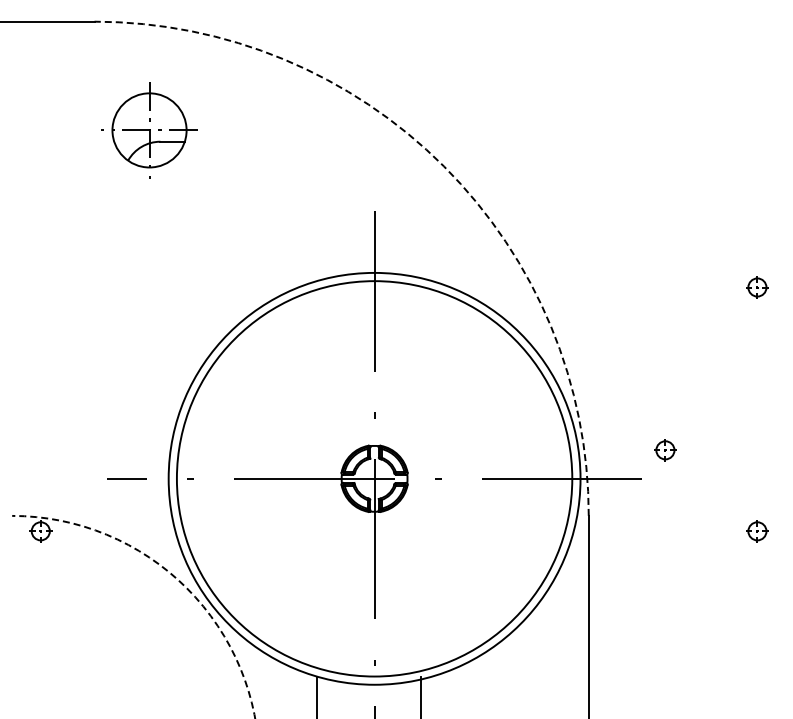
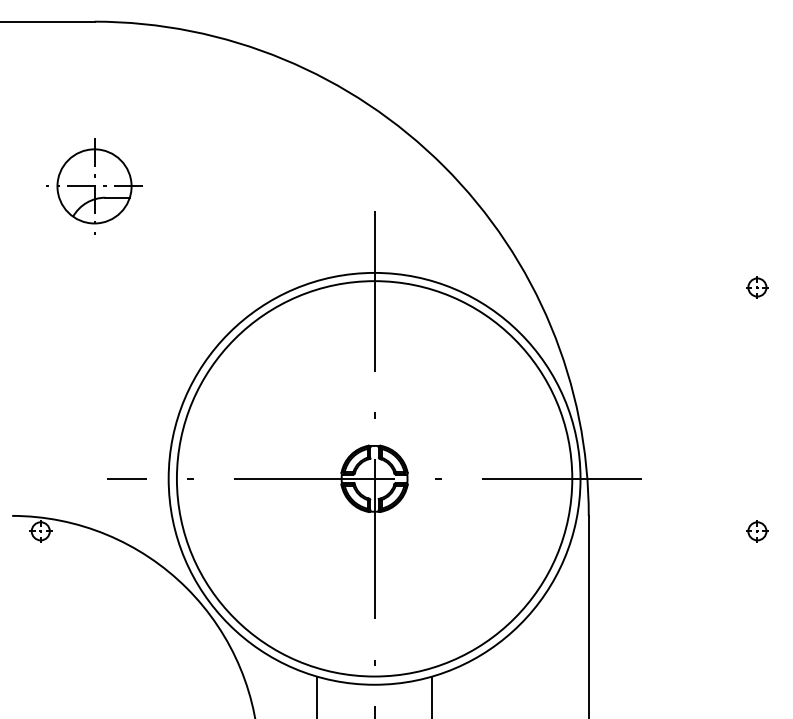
part at (149, 130) position: (149, 130) -> (94, 186)
arc at (444, 166): dashed -> solid
part at (665, 450): present -> none
arc at (170, 573): dashed -> solid
line at (421, 695) position: (421, 695) -> (432, 695)
